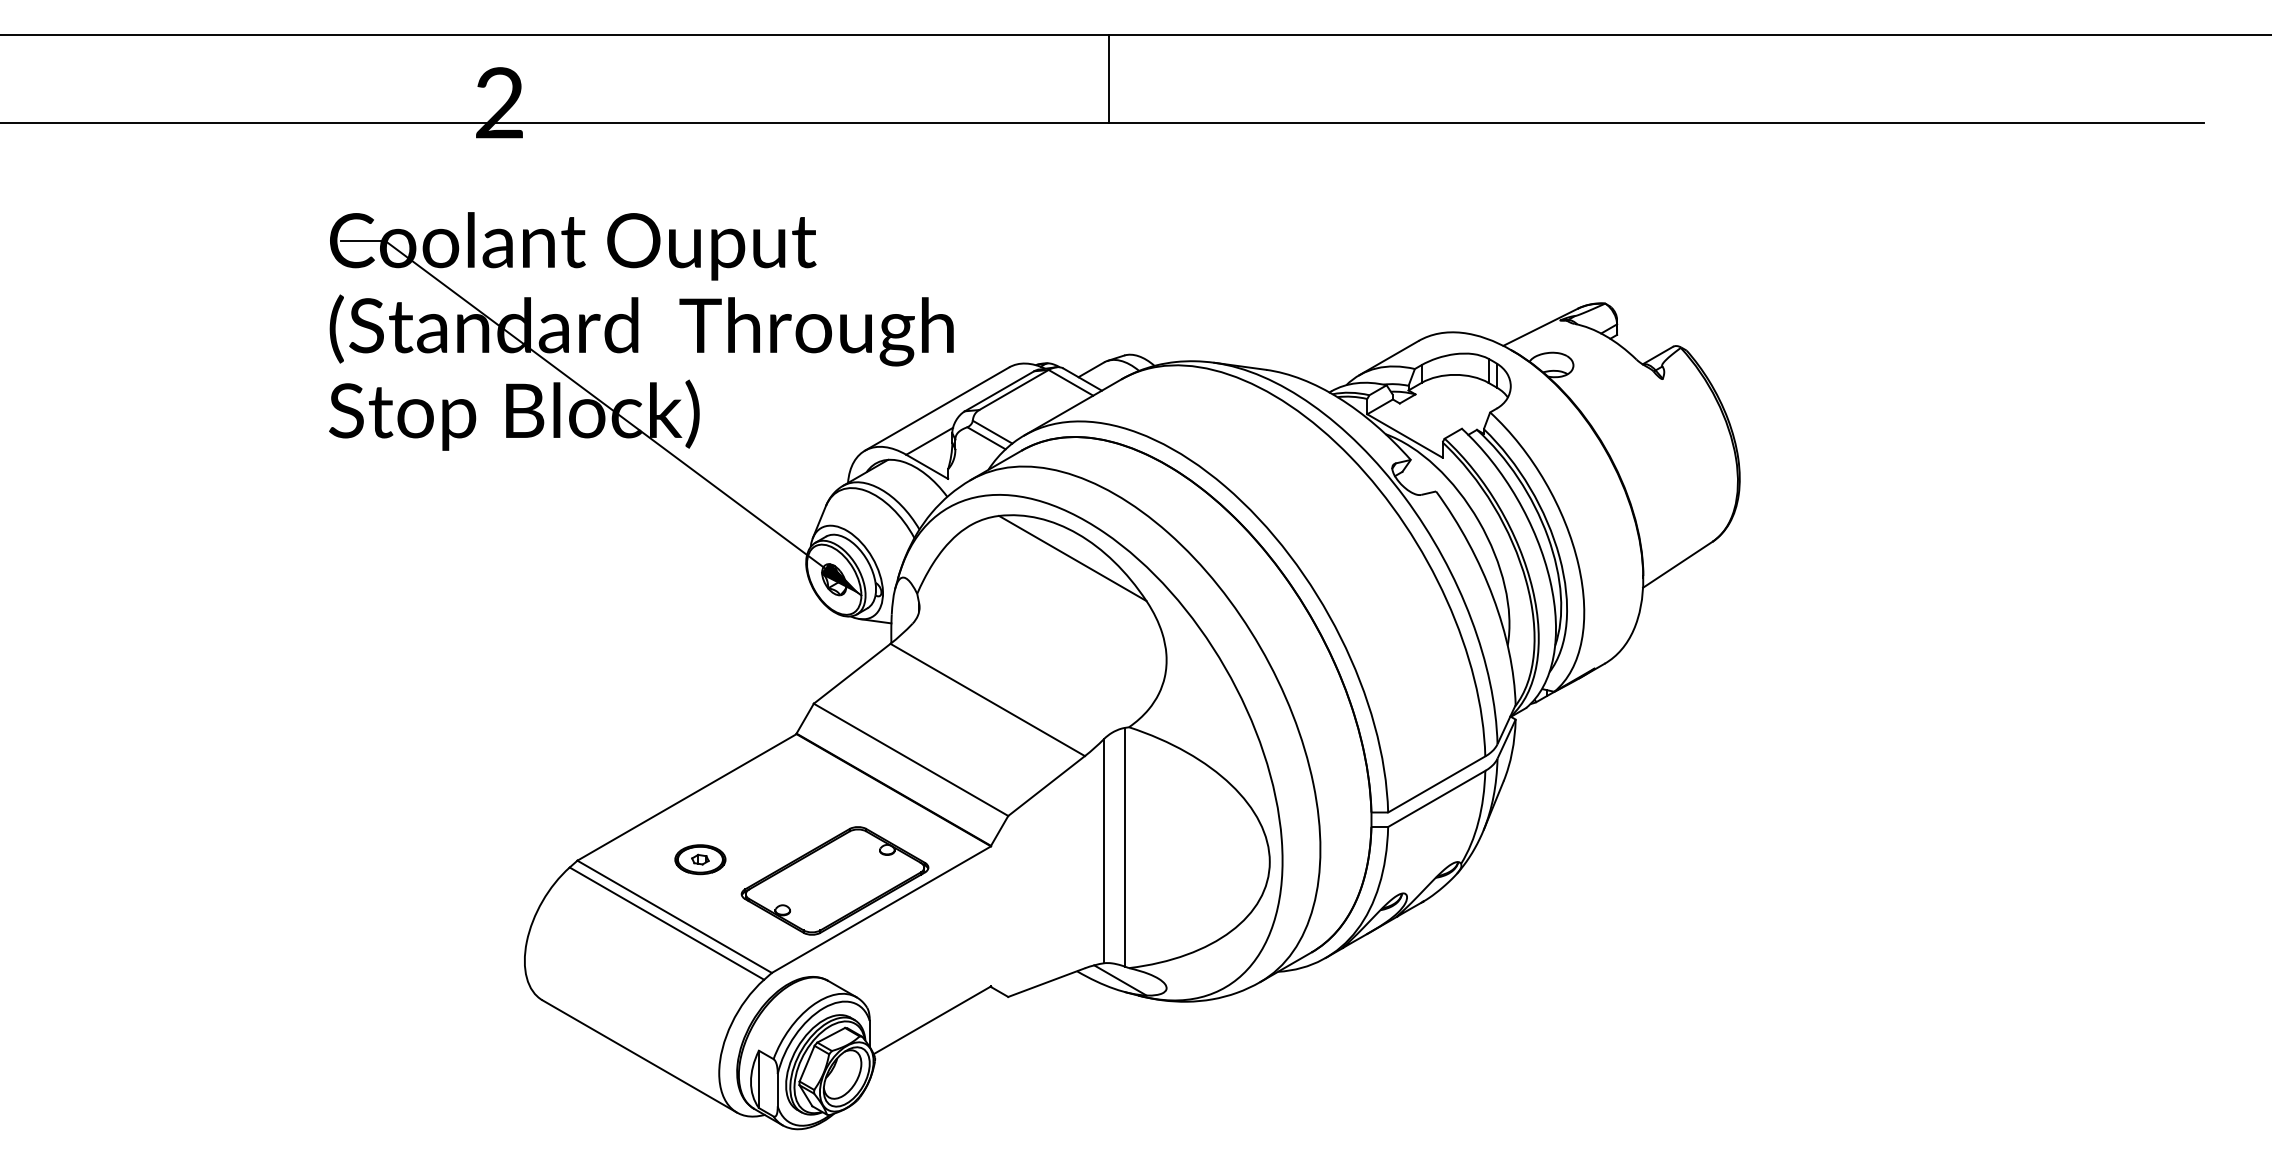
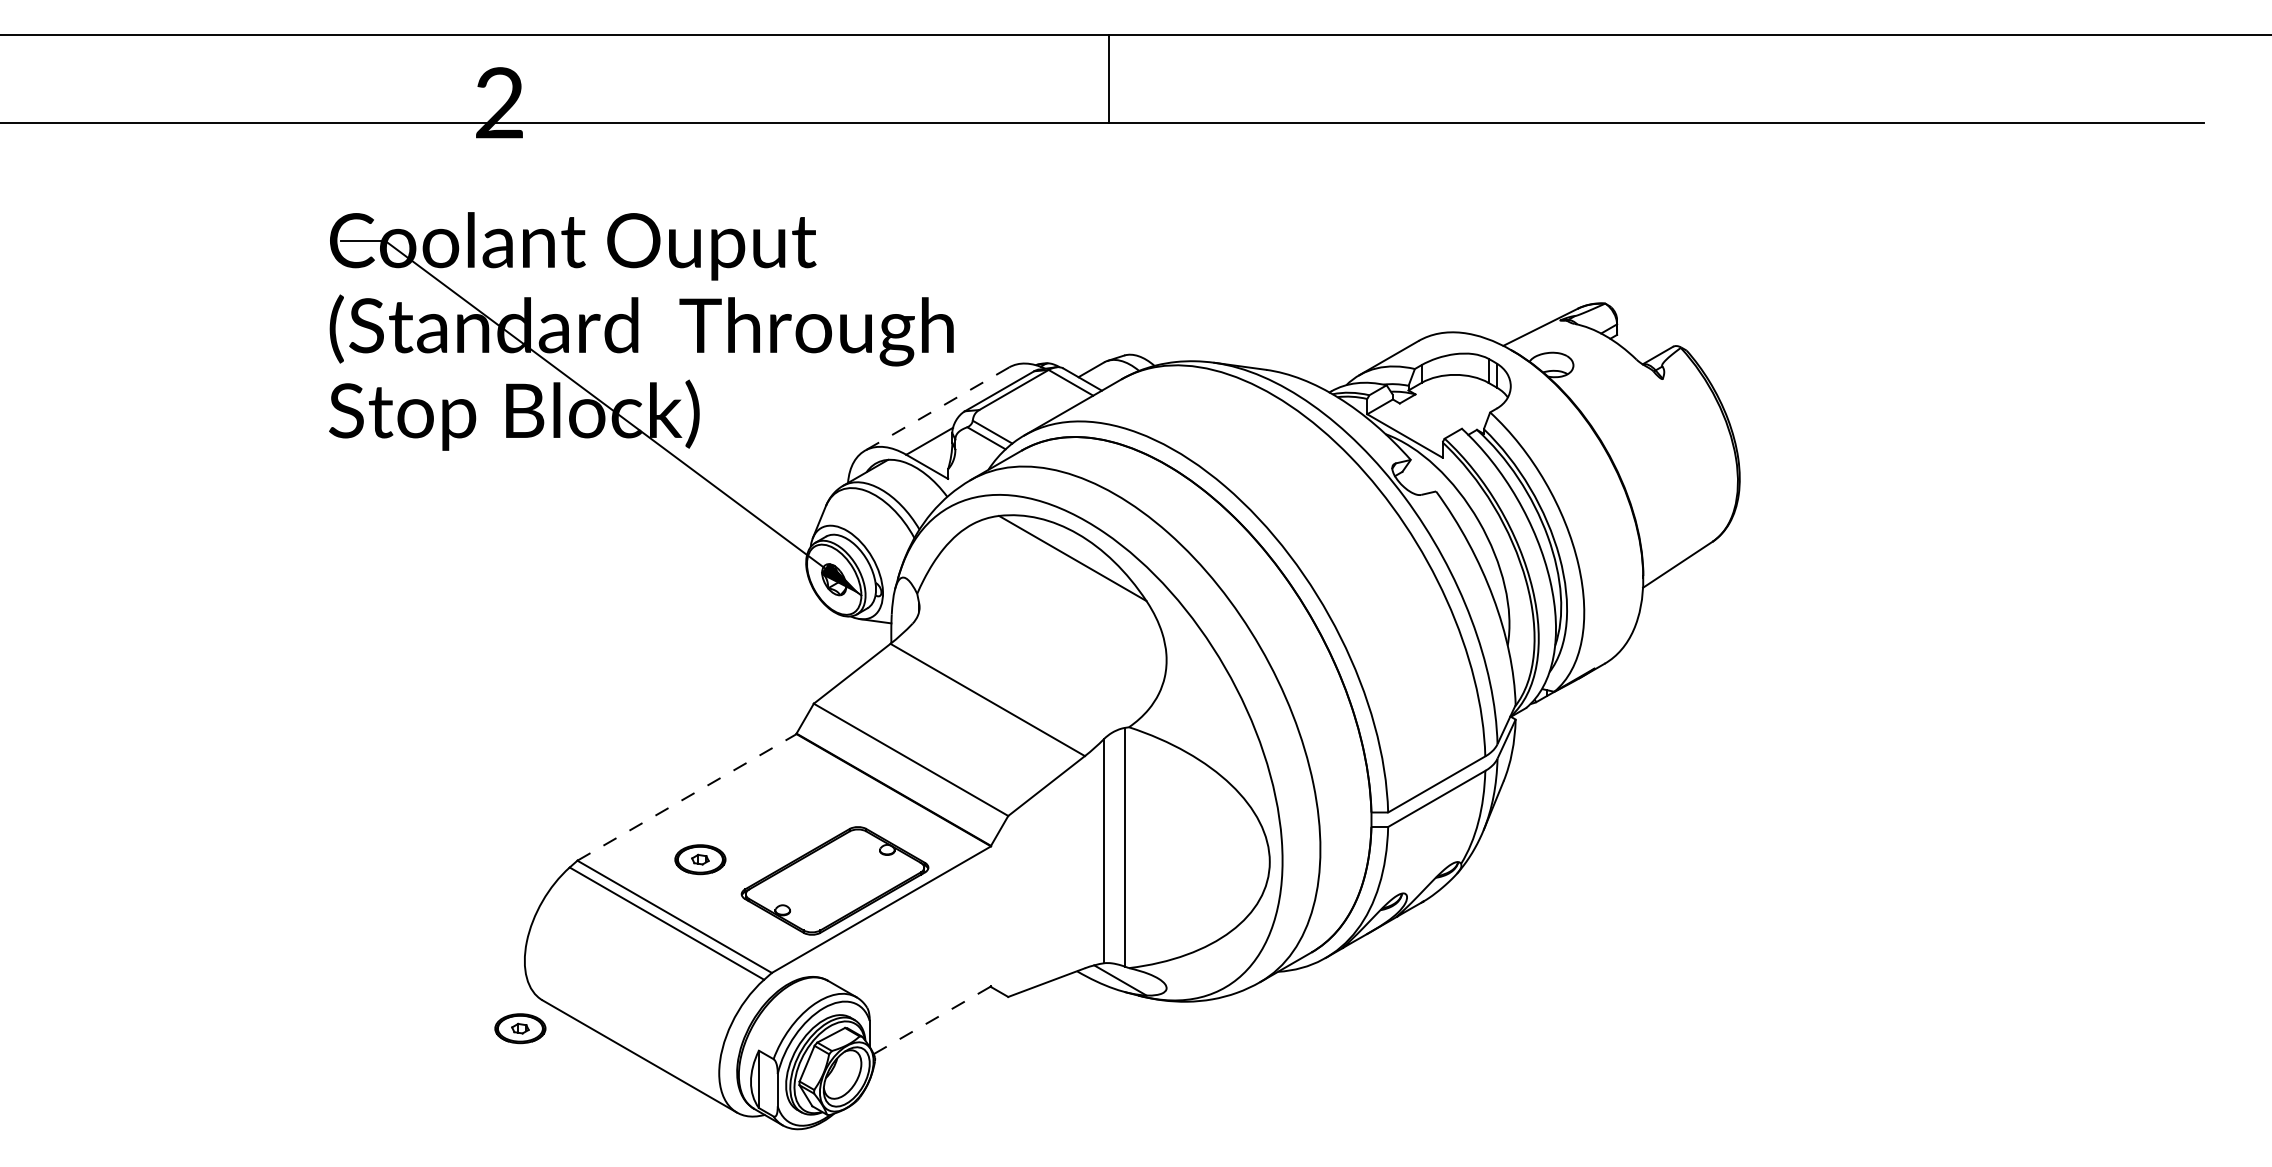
line at (936, 409): solid -> dashed
line at (687, 797): solid -> dashed
line at (932, 1020): solid -> dashed
part at (520, 1028): none -> present
